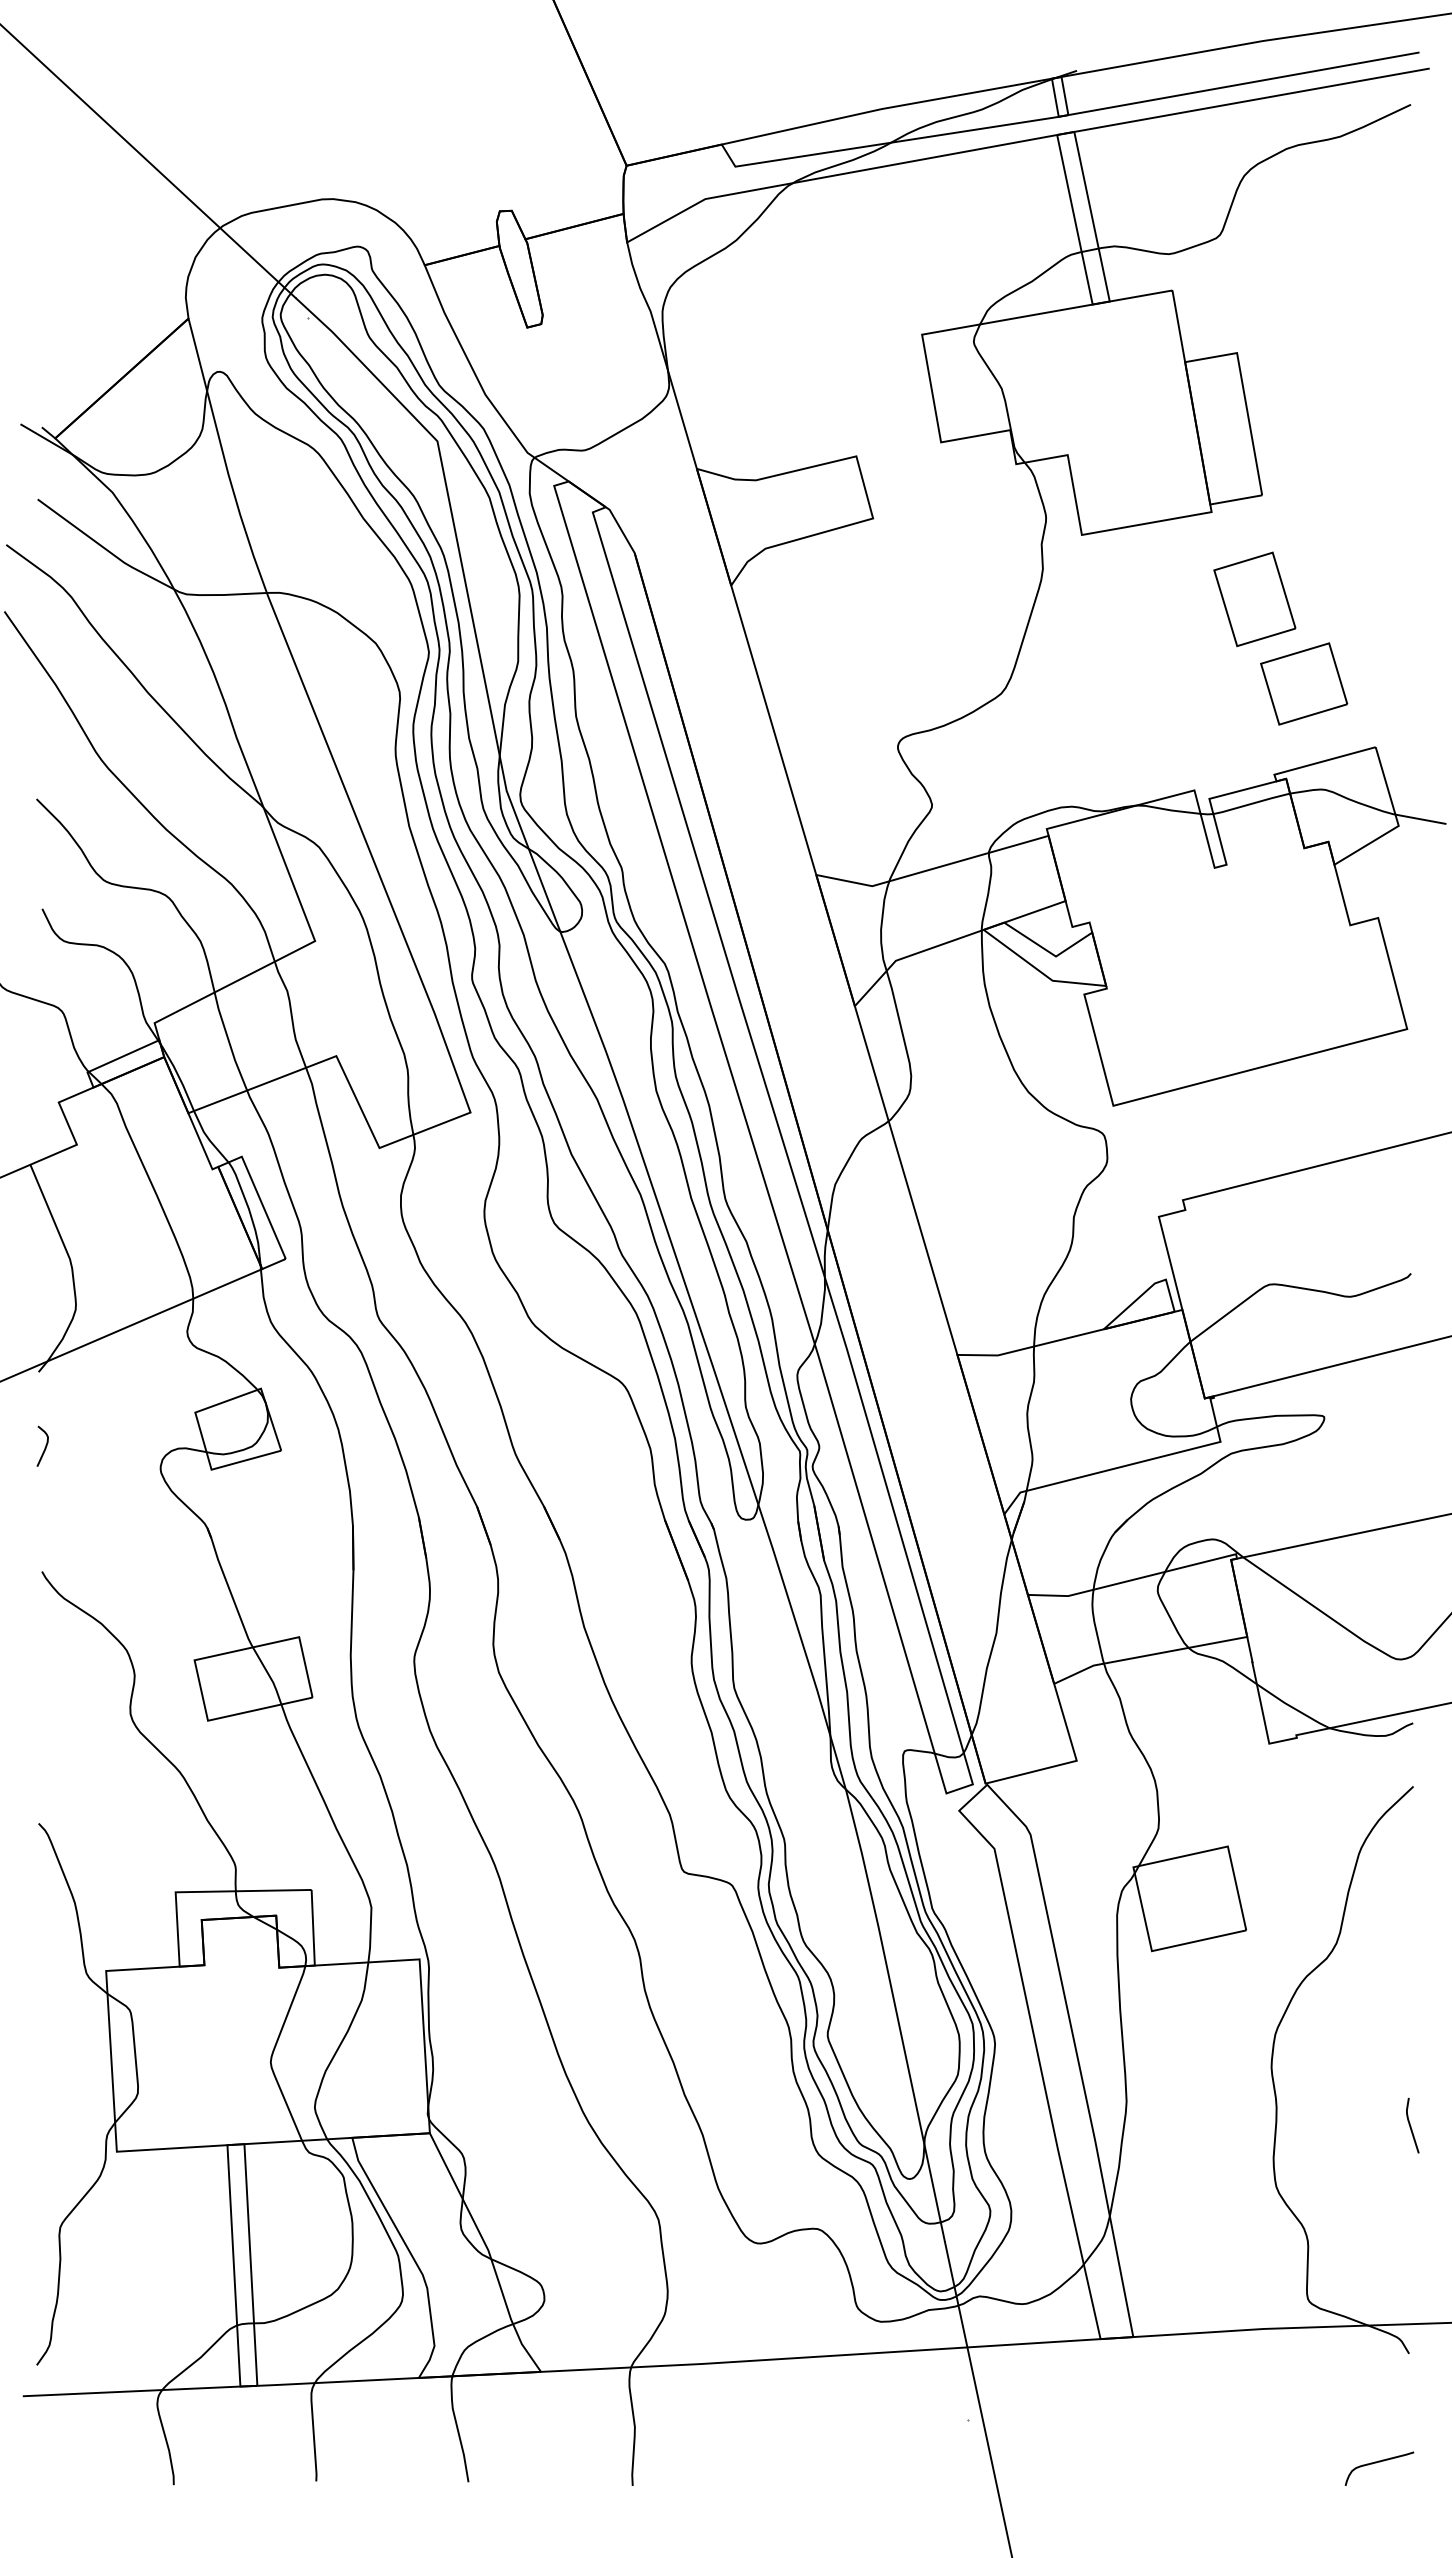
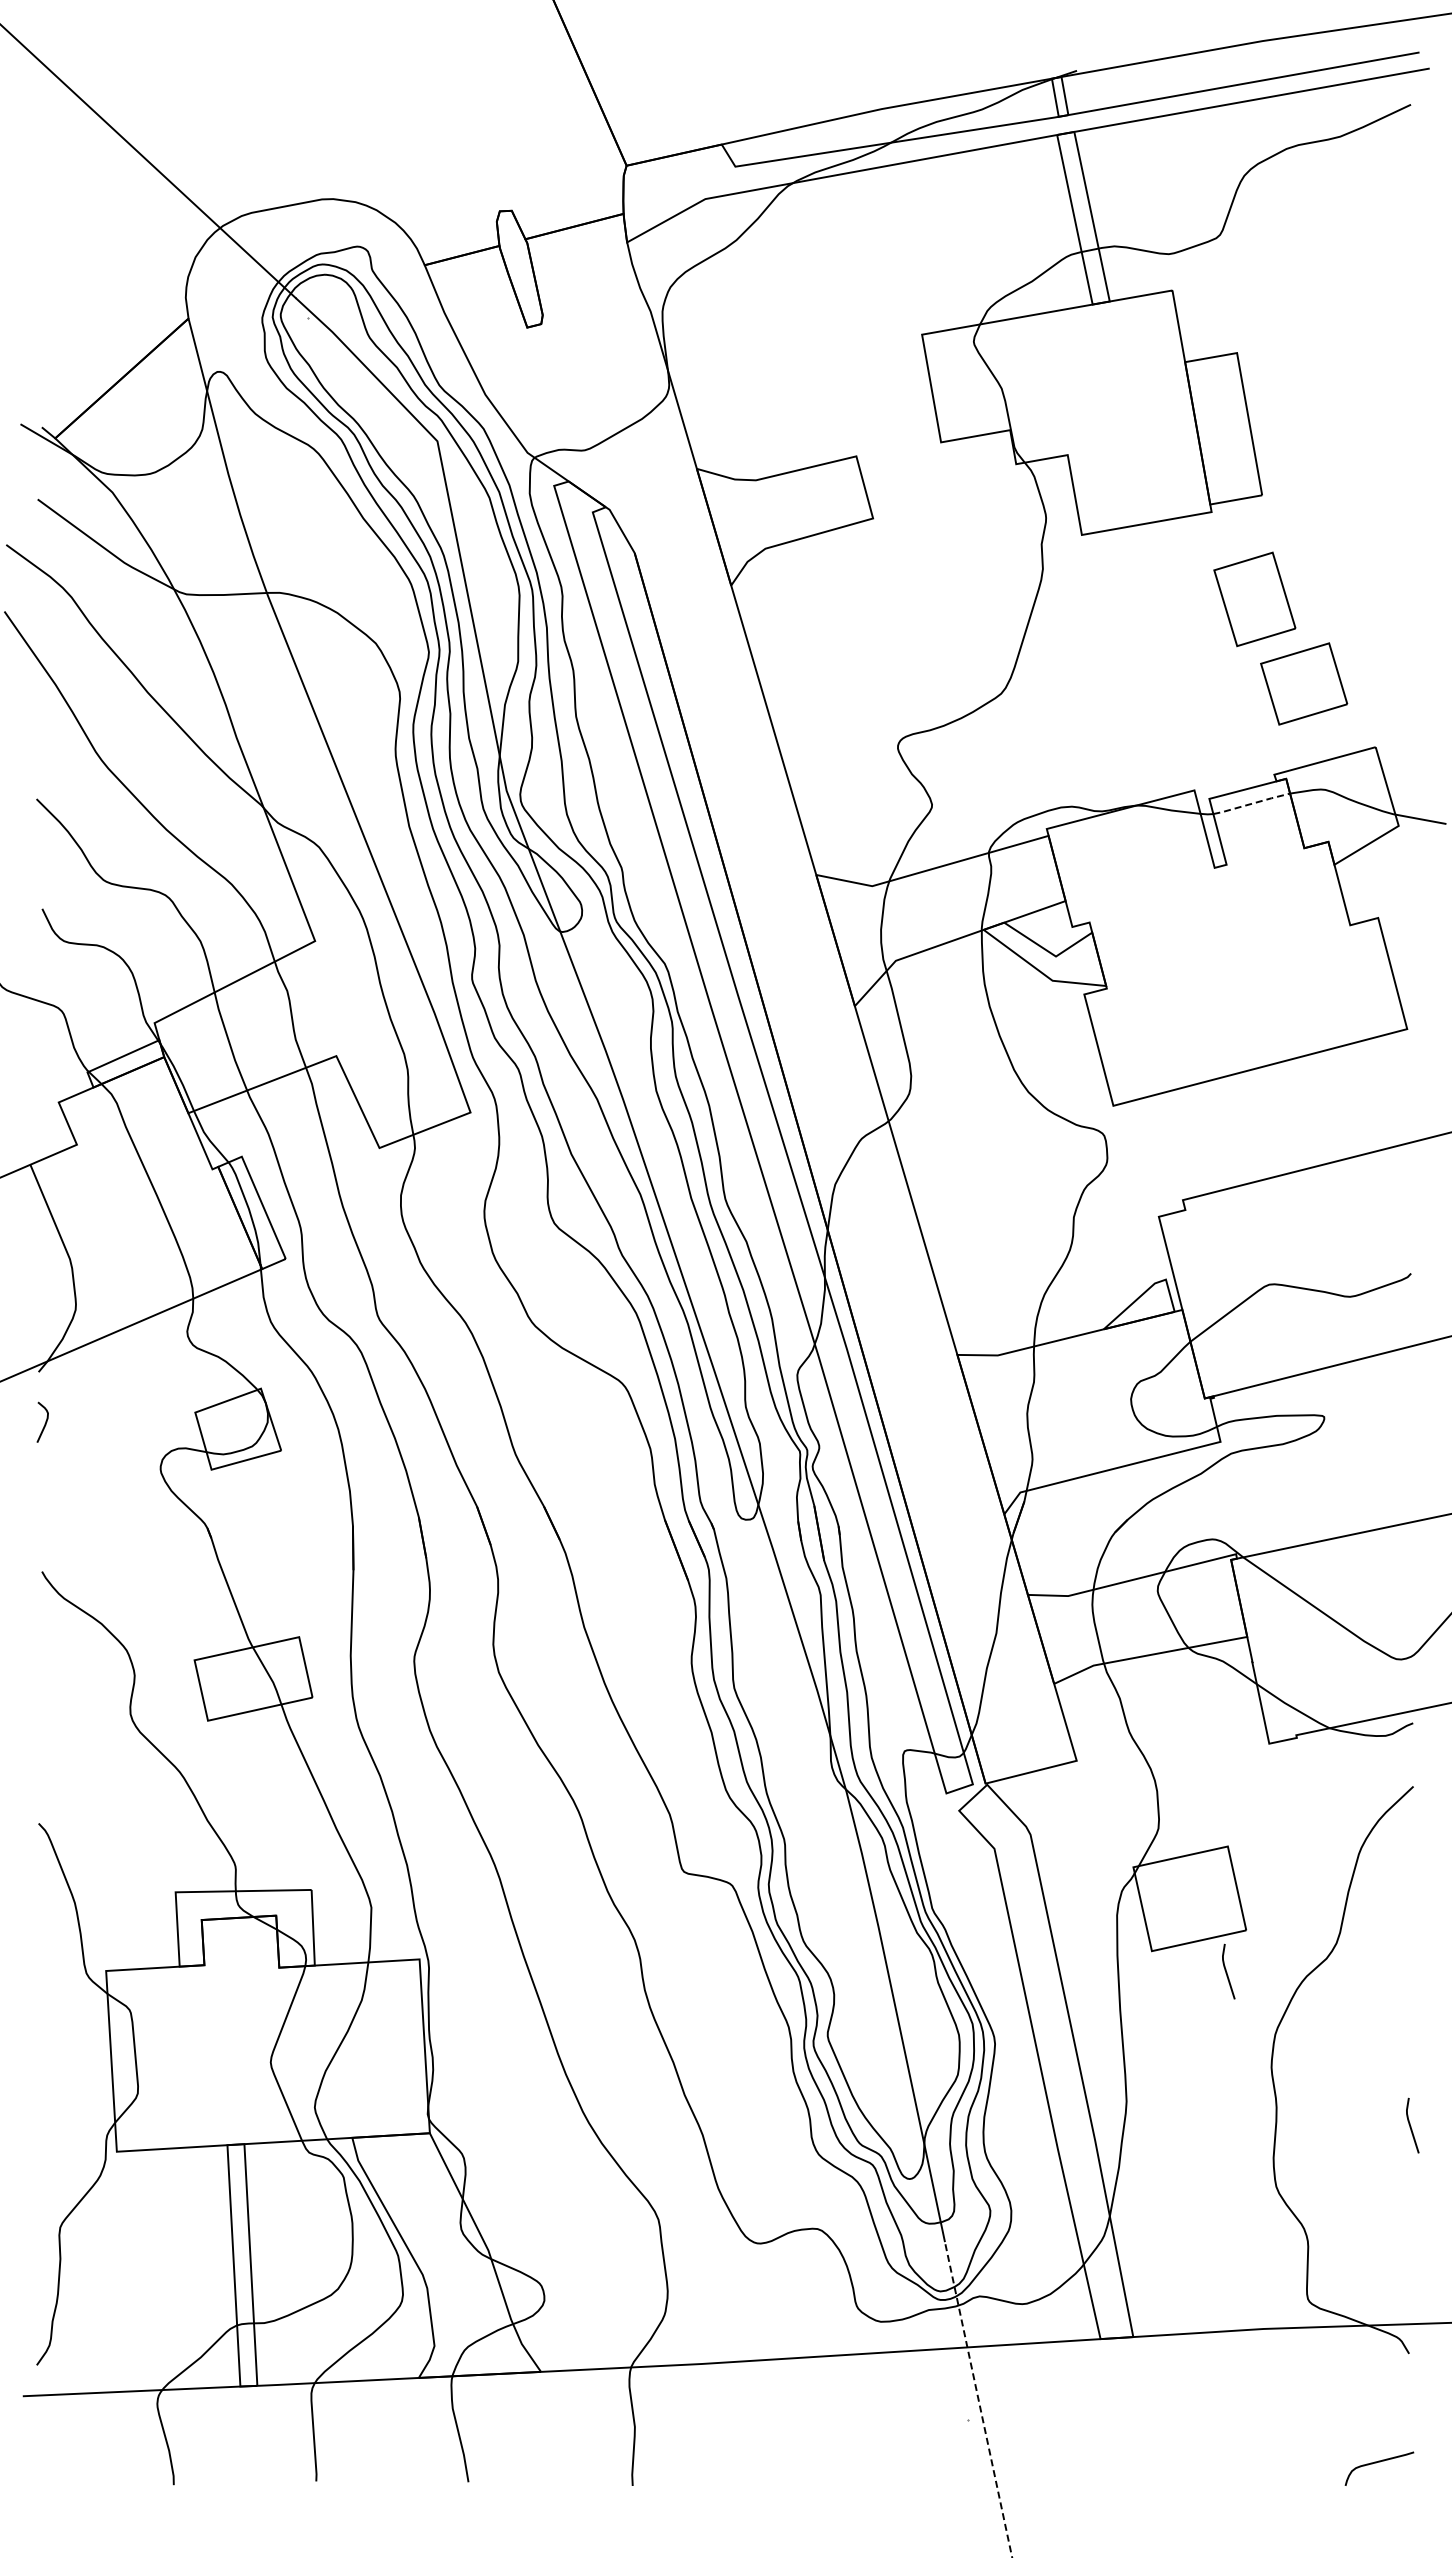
line at (1251, 803): solid -> dashed
curve at (44, 1447) position: (44, 1447) -> (44, 1423)
line at (1227, 1972): none -> present
line at (978, 2399): solid -> dashed
